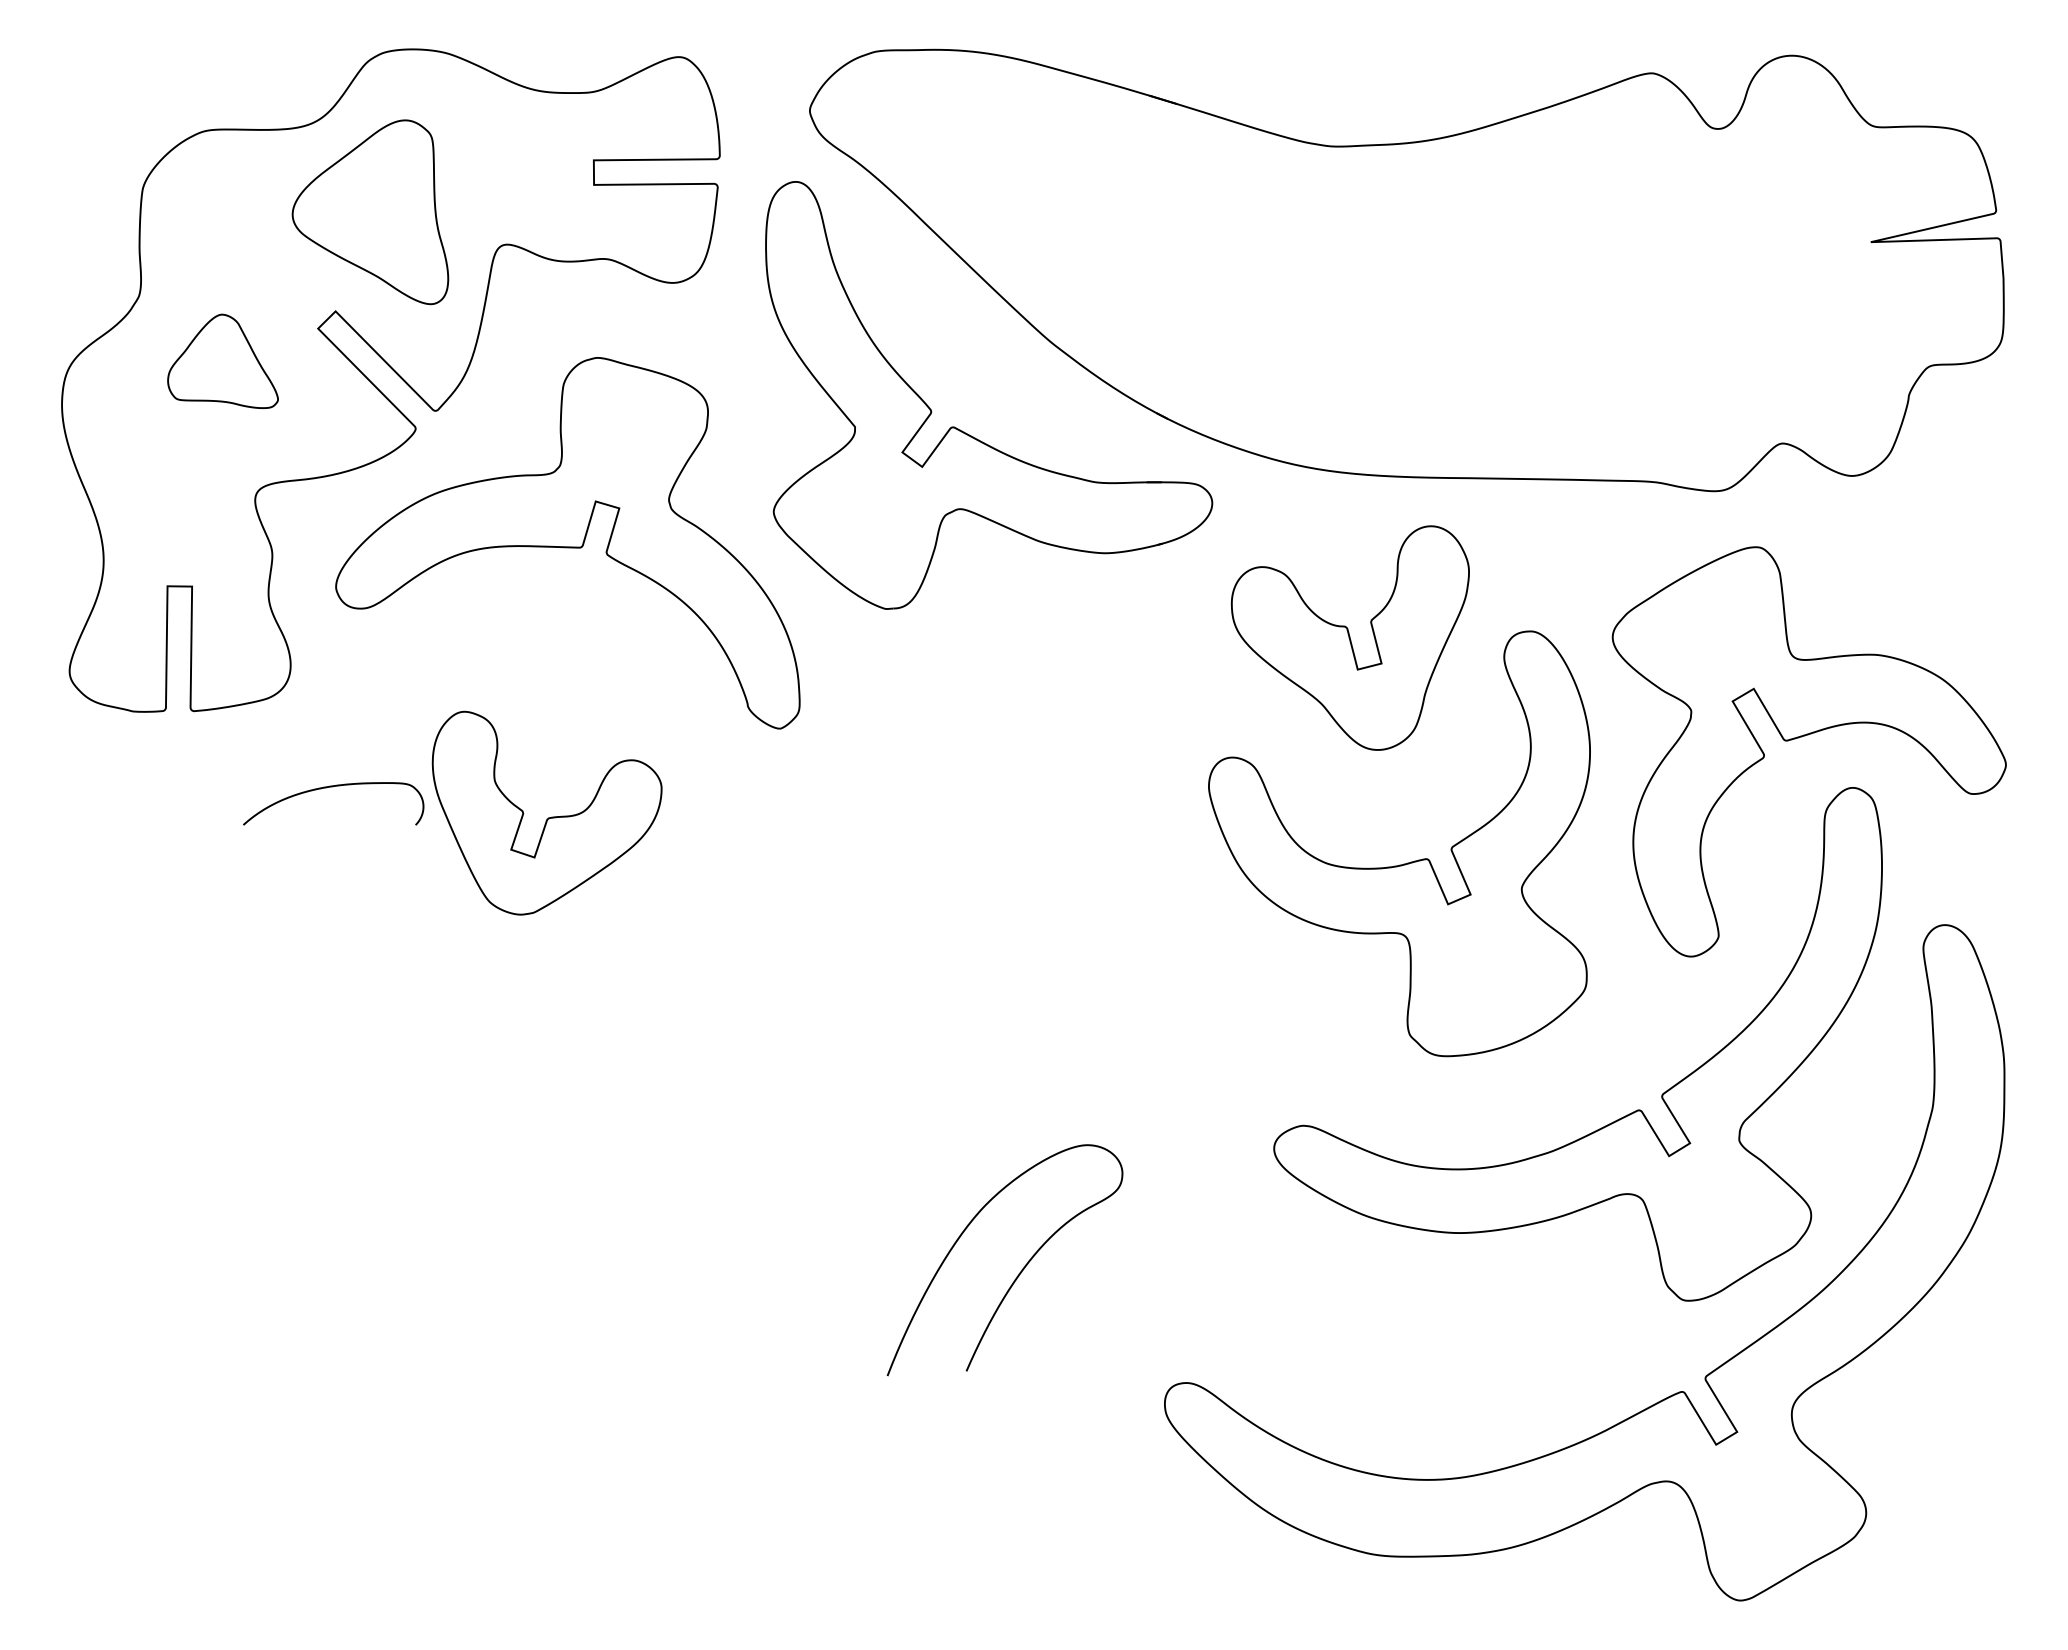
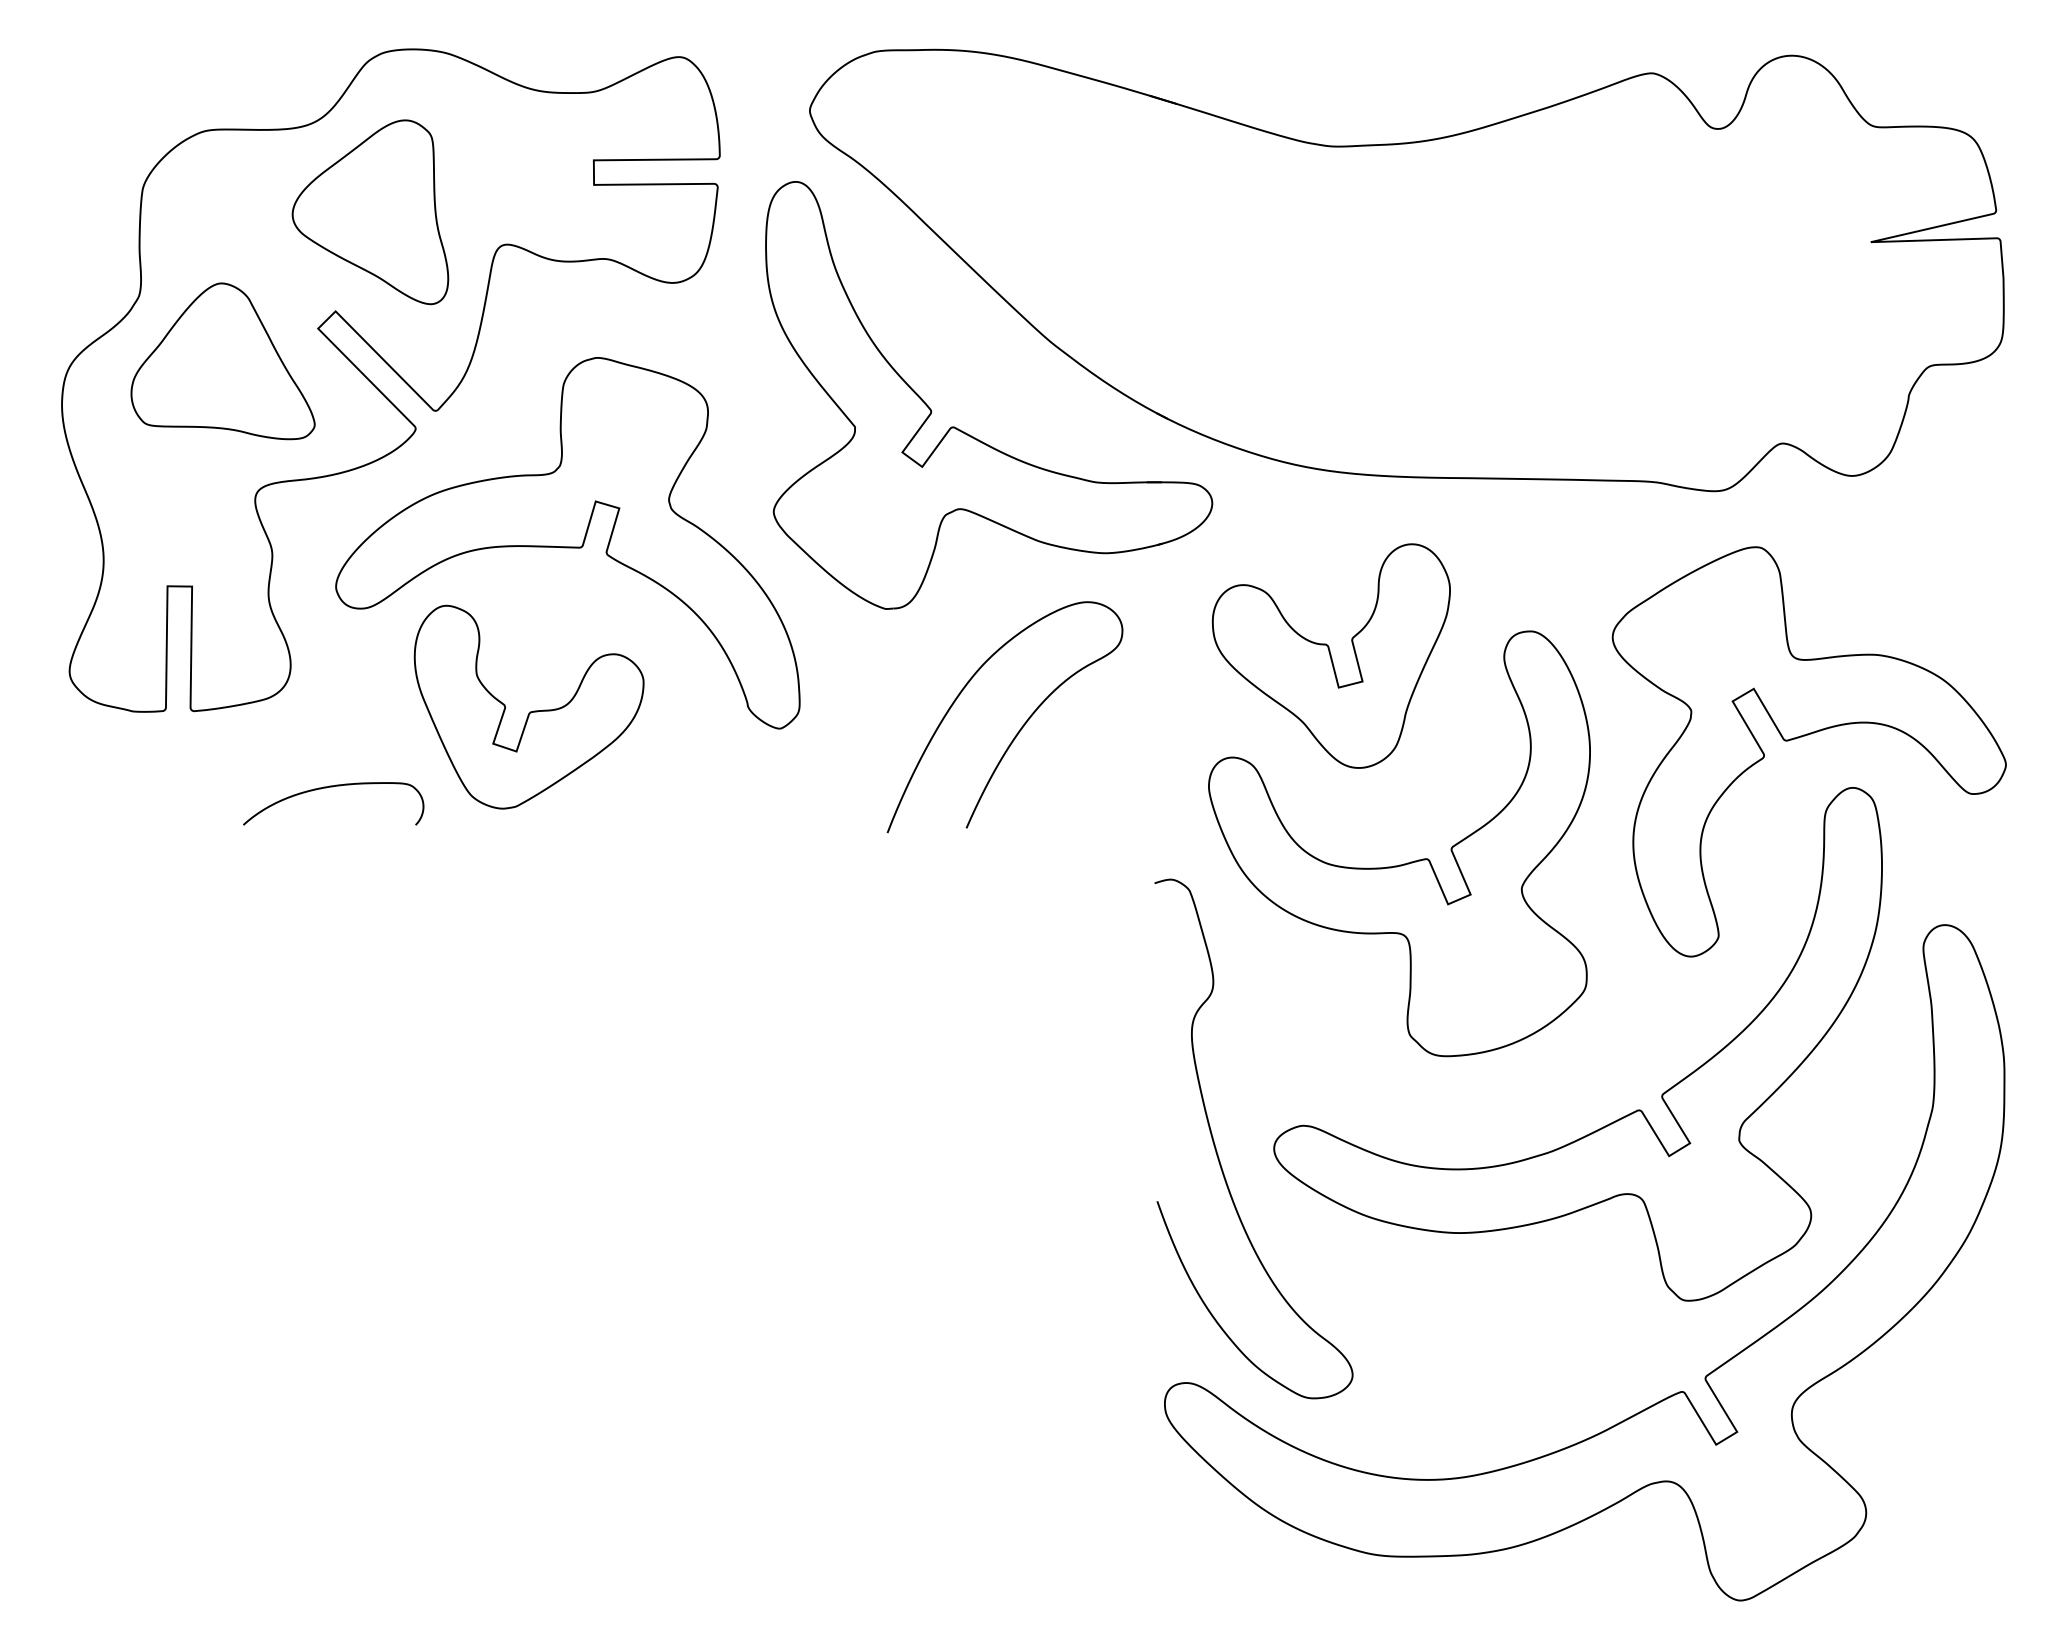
part at (222, 360) size: 112x96 px -> 186x159 px
part at (1349, 637) position: (1349, 637) -> (1330, 655)
part at (546, 812) position: (546, 812) -> (528, 706)
part at (1216, 1147): none -> present
curve at (1019, 1272) position: (1019, 1272) -> (1019, 729)
